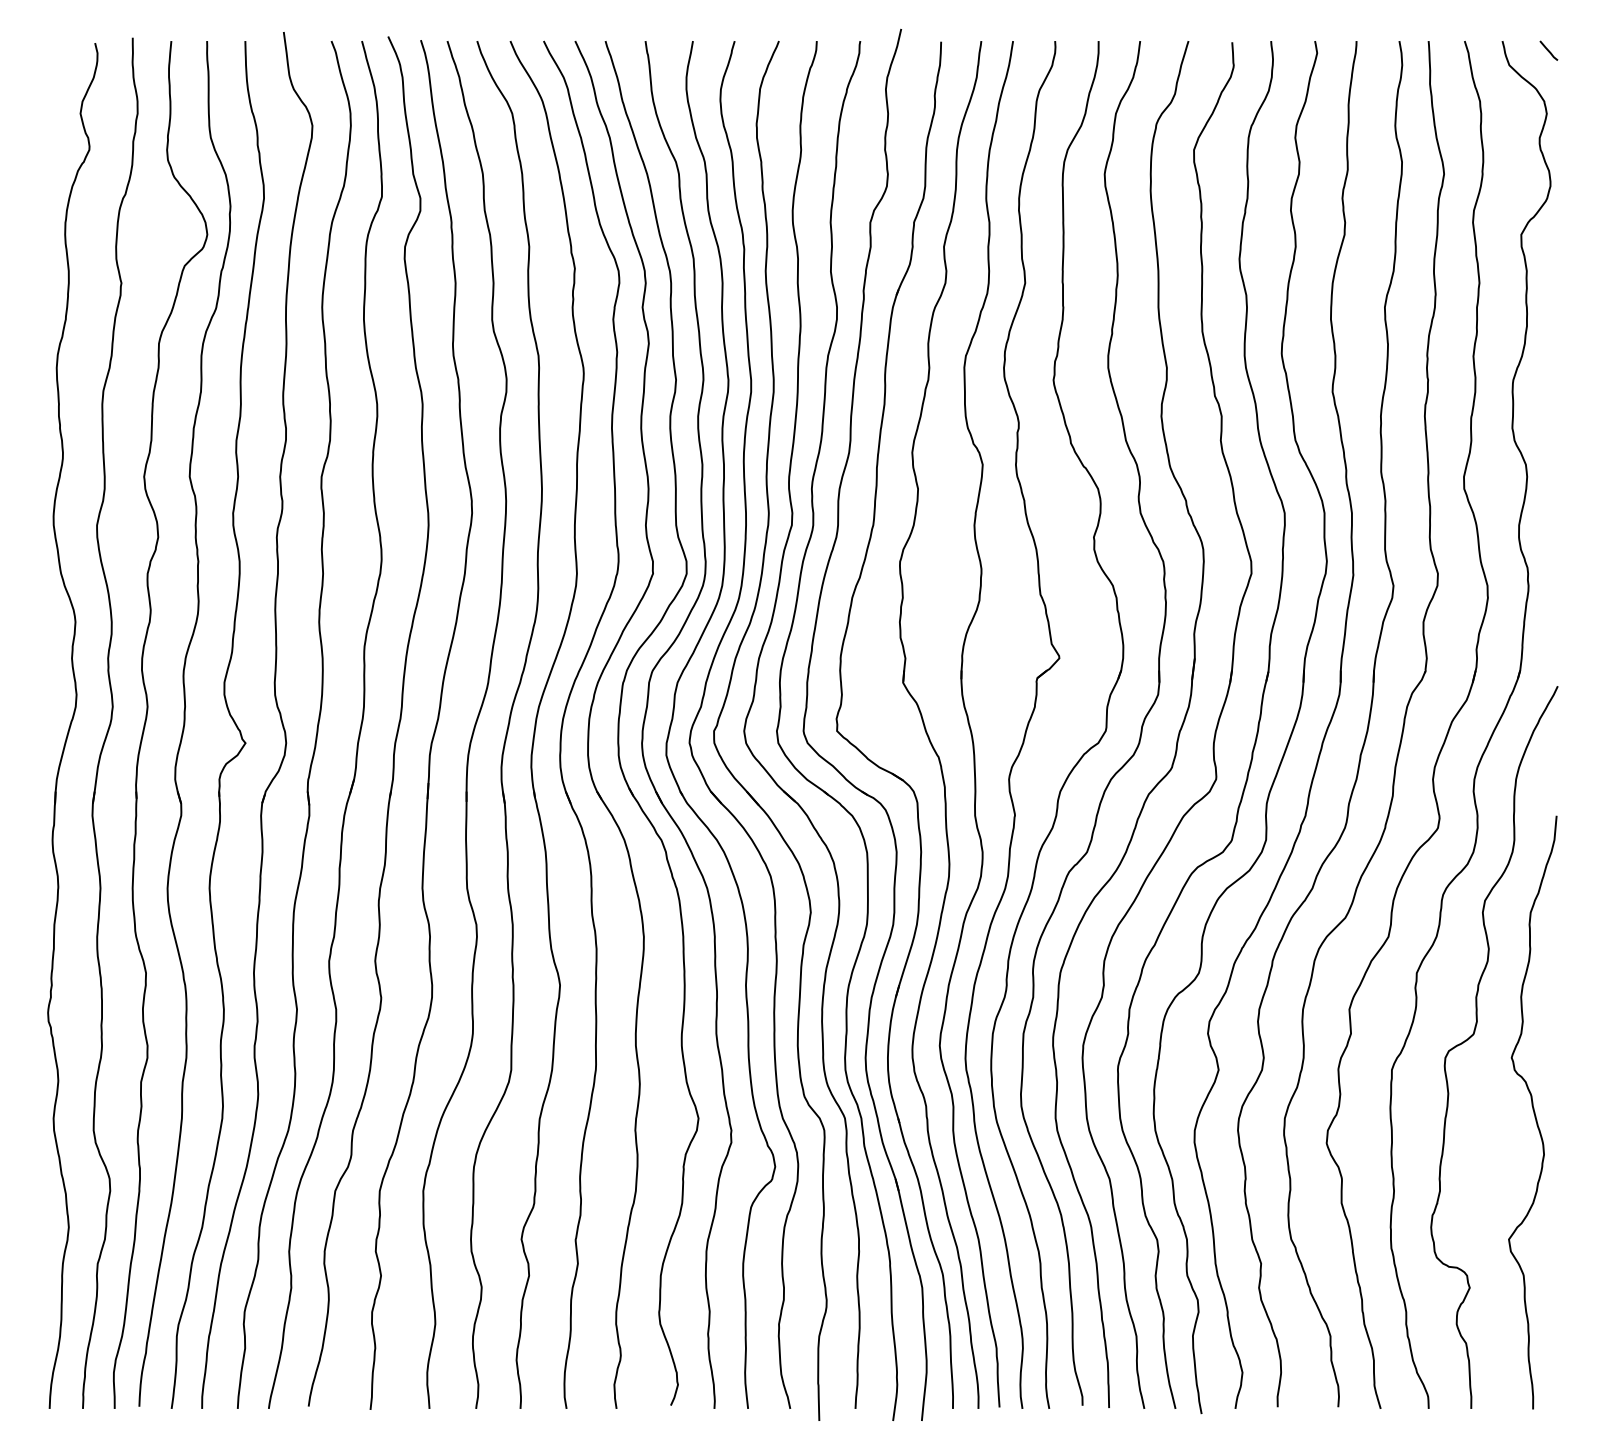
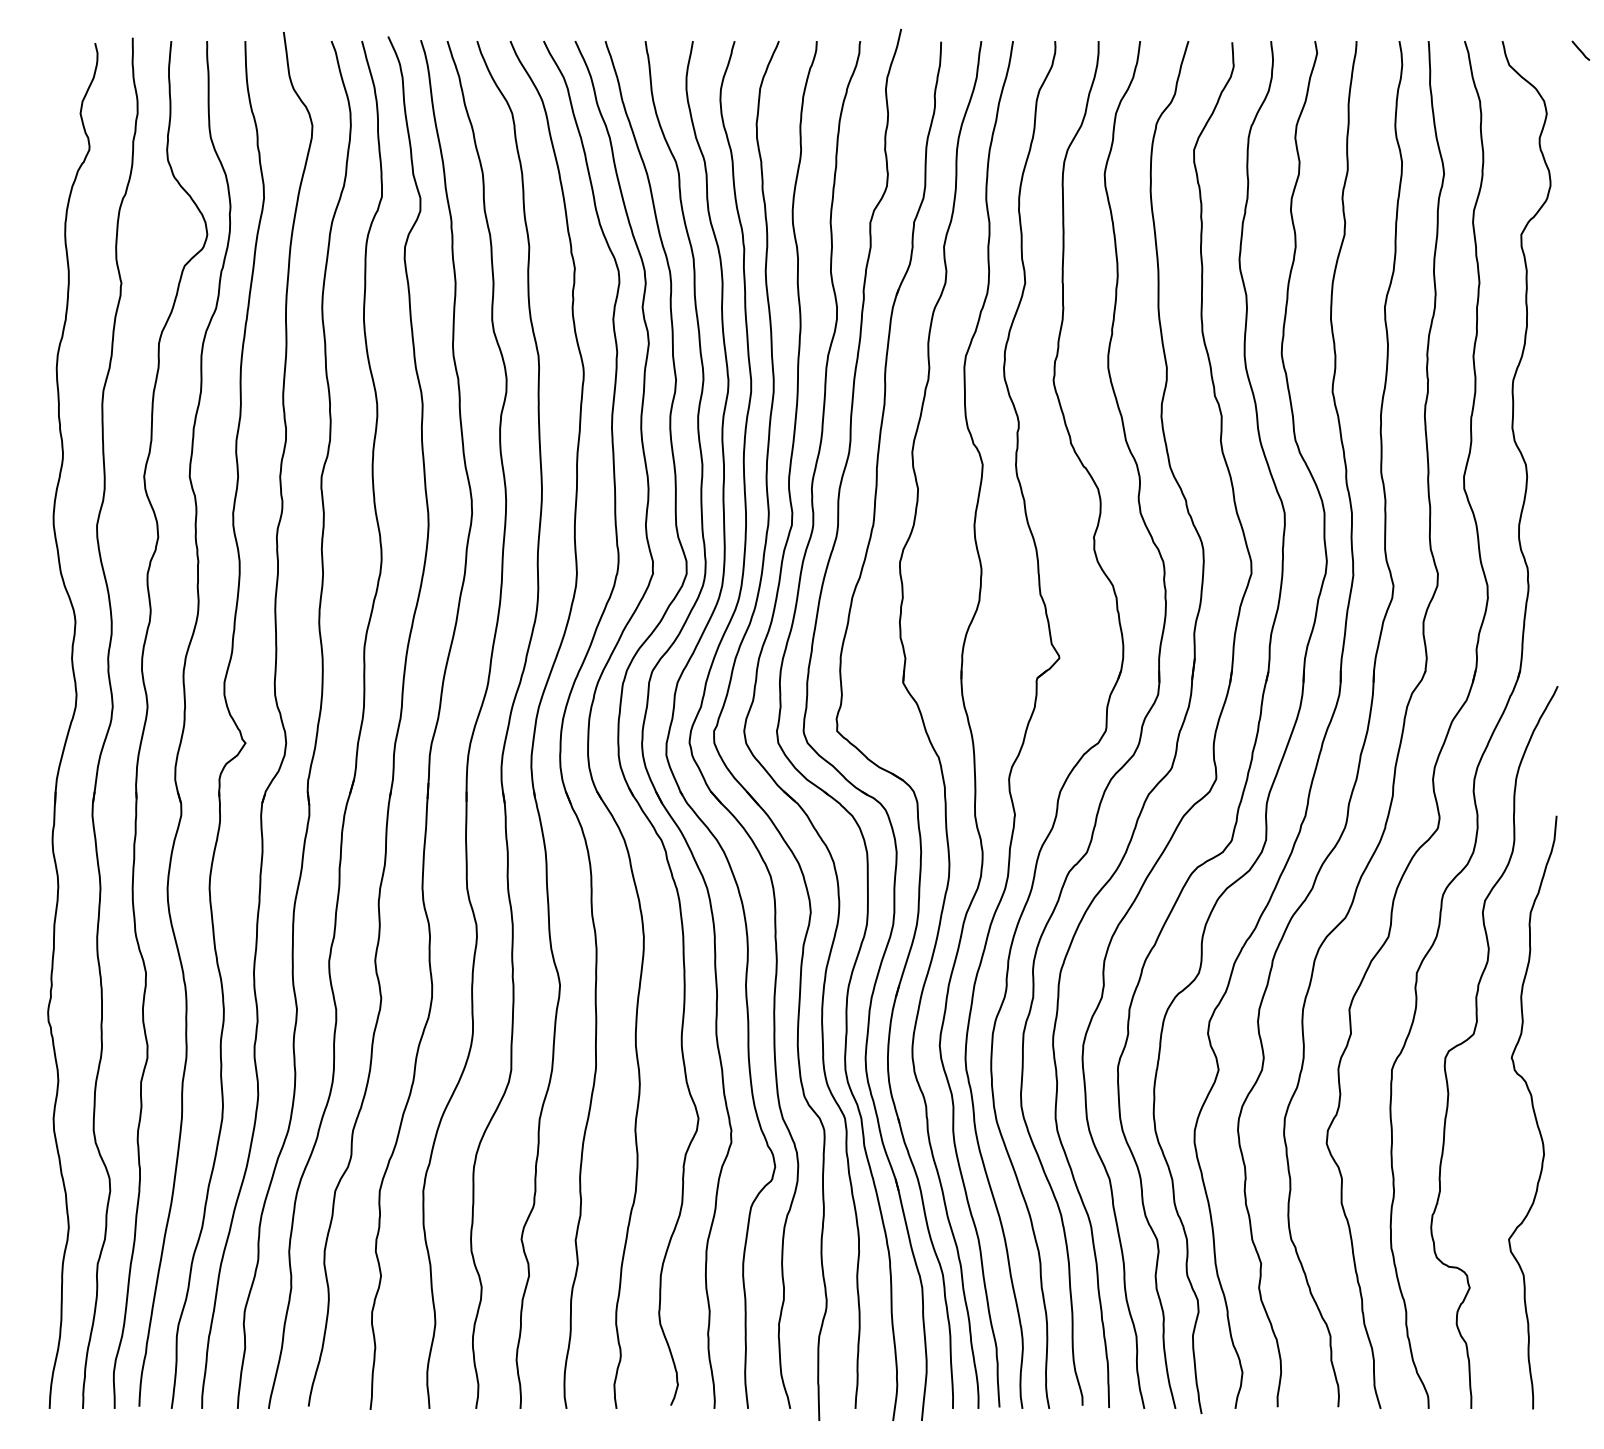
line at (1548, 50) position: (1548, 50) -> (1580, 50)
